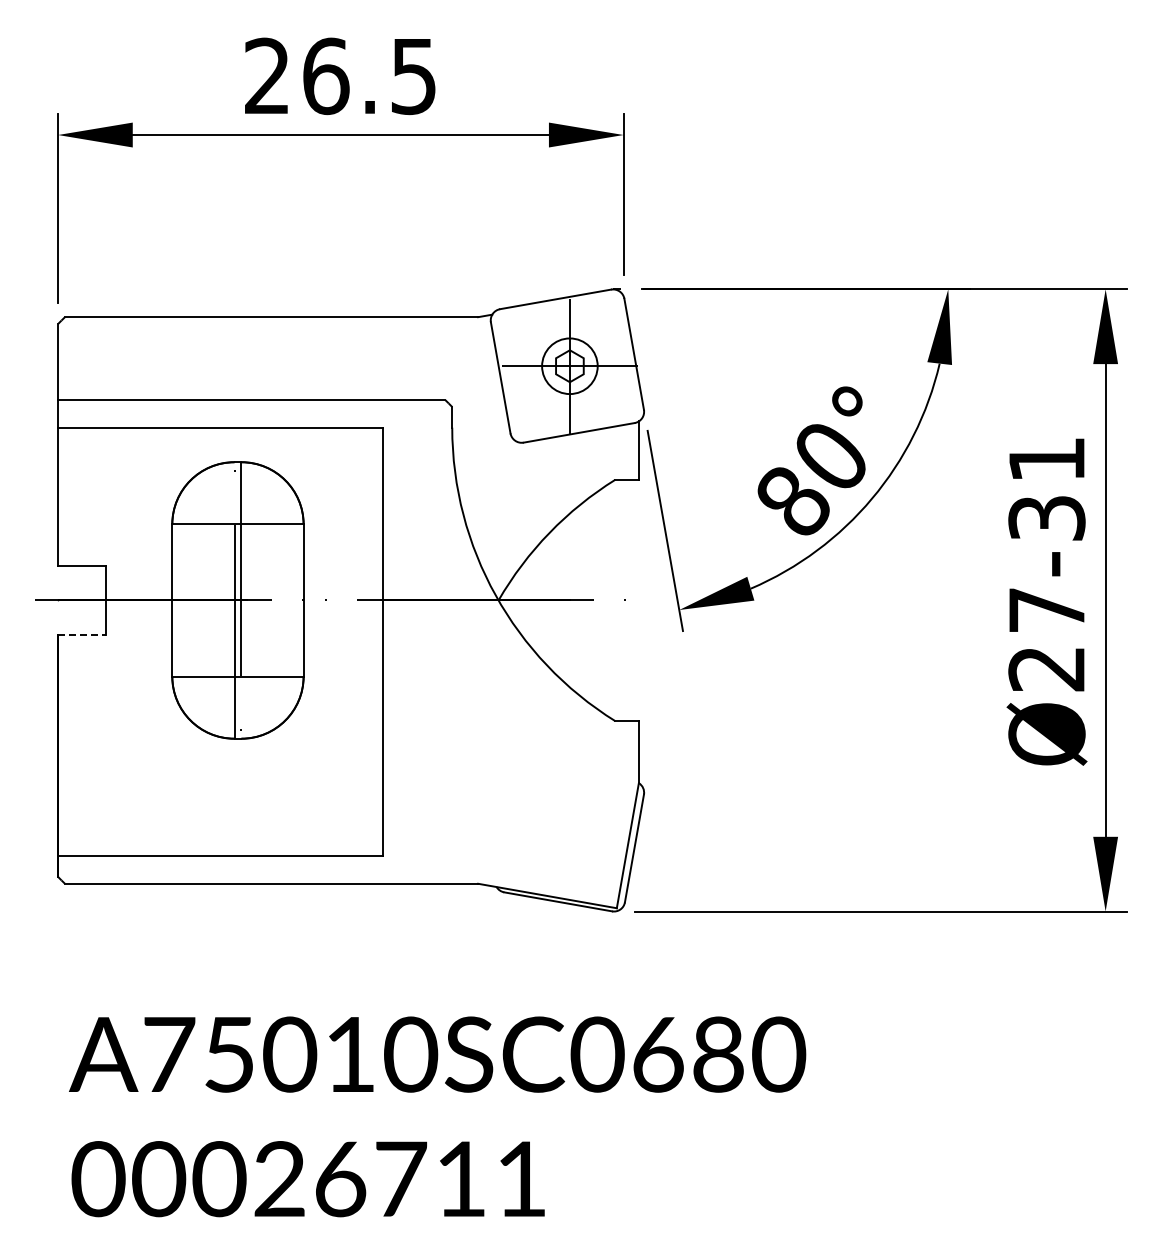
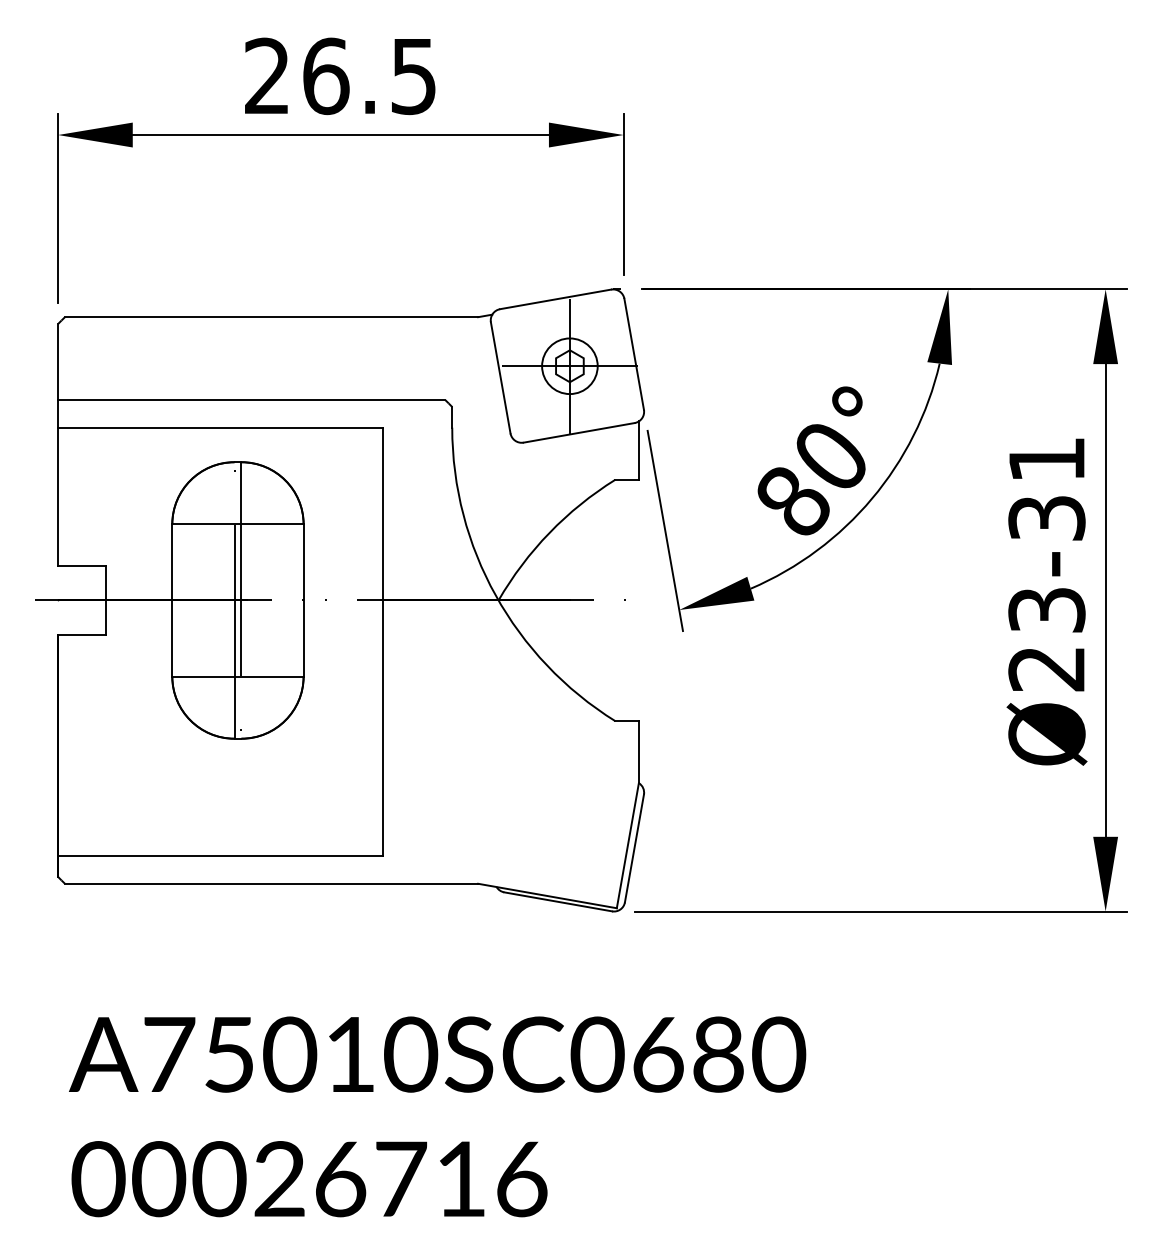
text at (1046, 610): Ø27-31 -> Ø23-31
line at (82, 635): dashed -> solid
text at (522, 1179): 00026711 -> 00026716
